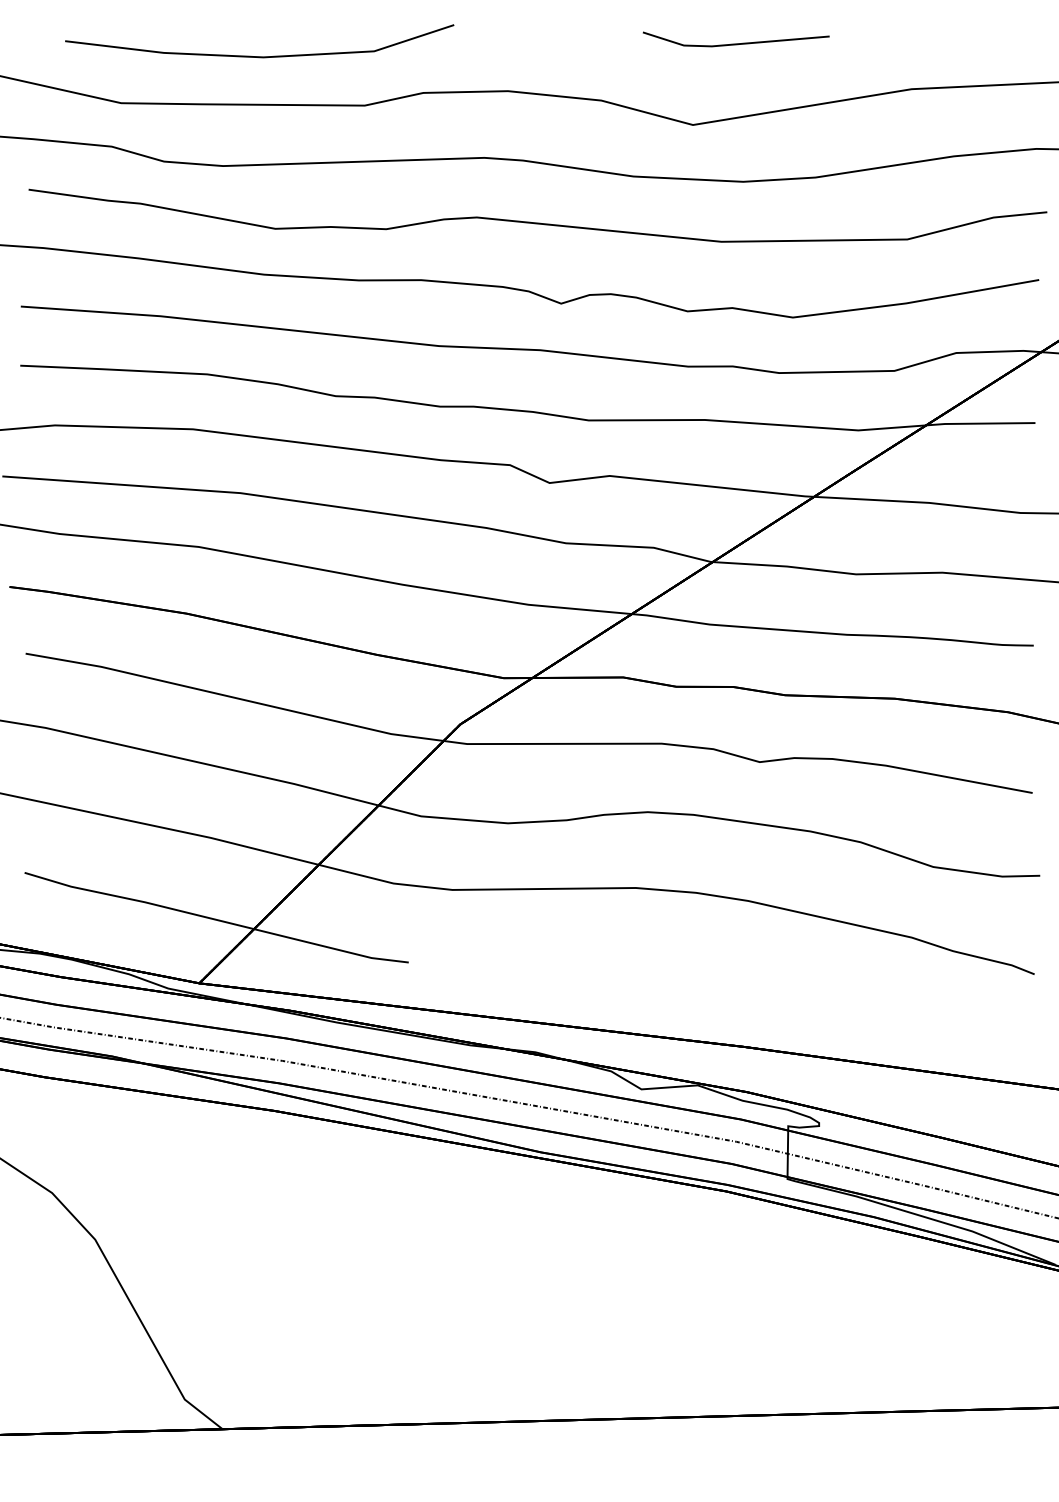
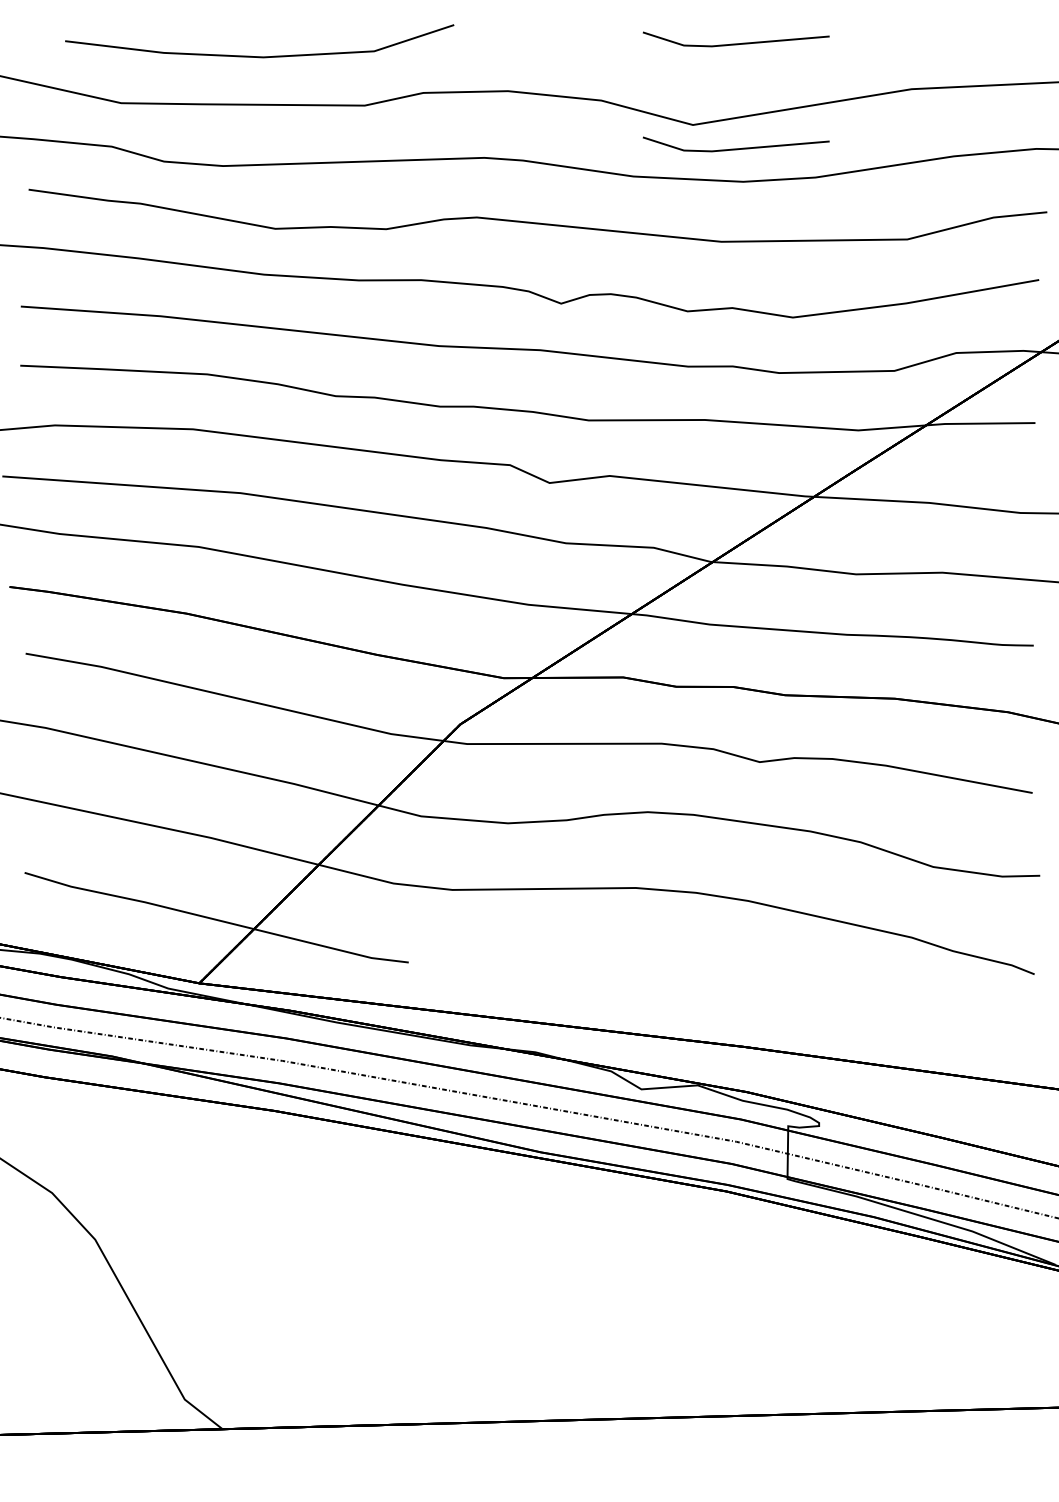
line at (736, 148): none -> present
